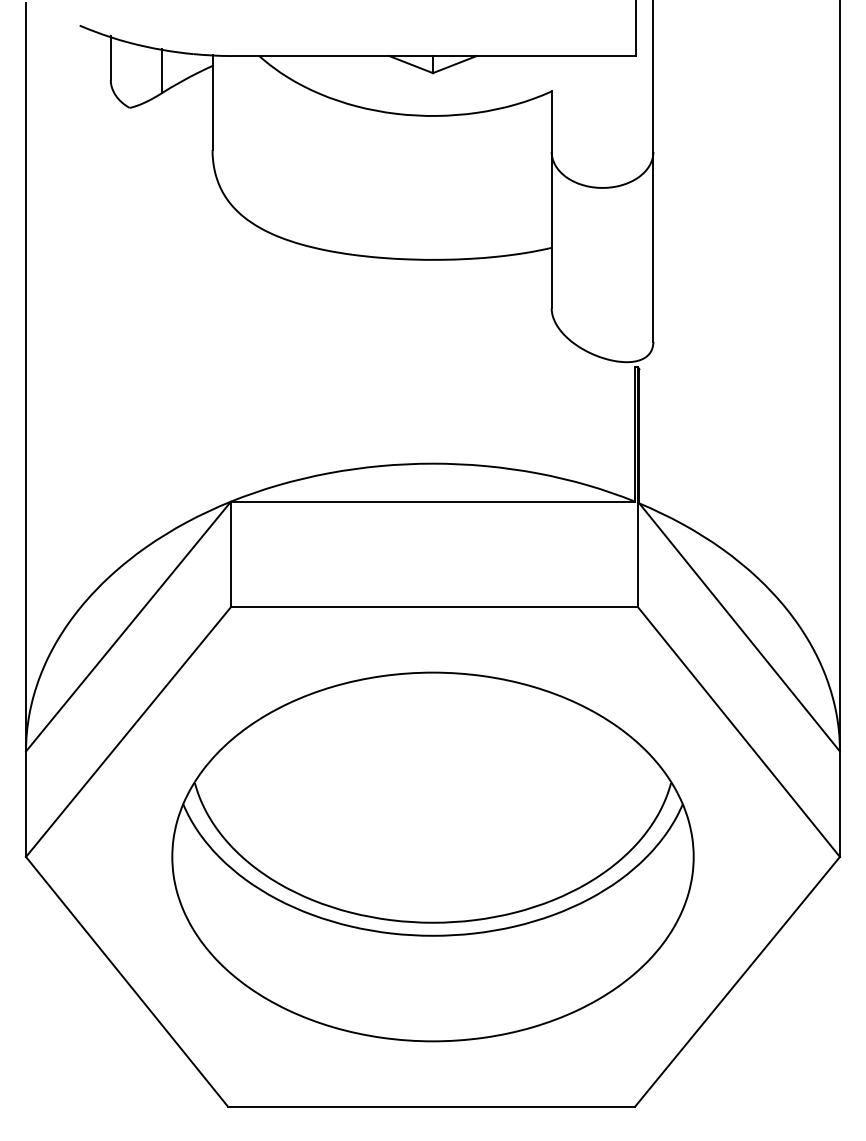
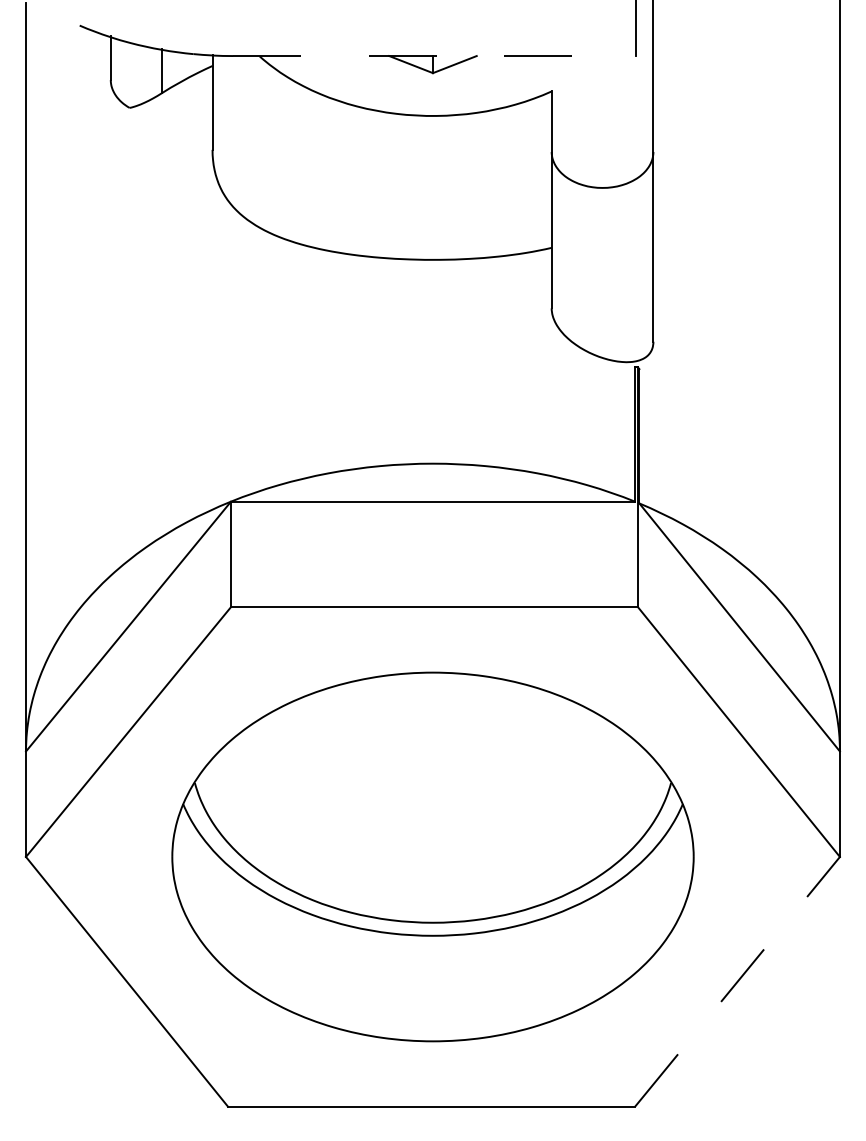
line at (434, 56): solid -> dashed
line at (737, 981): solid -> dashed
